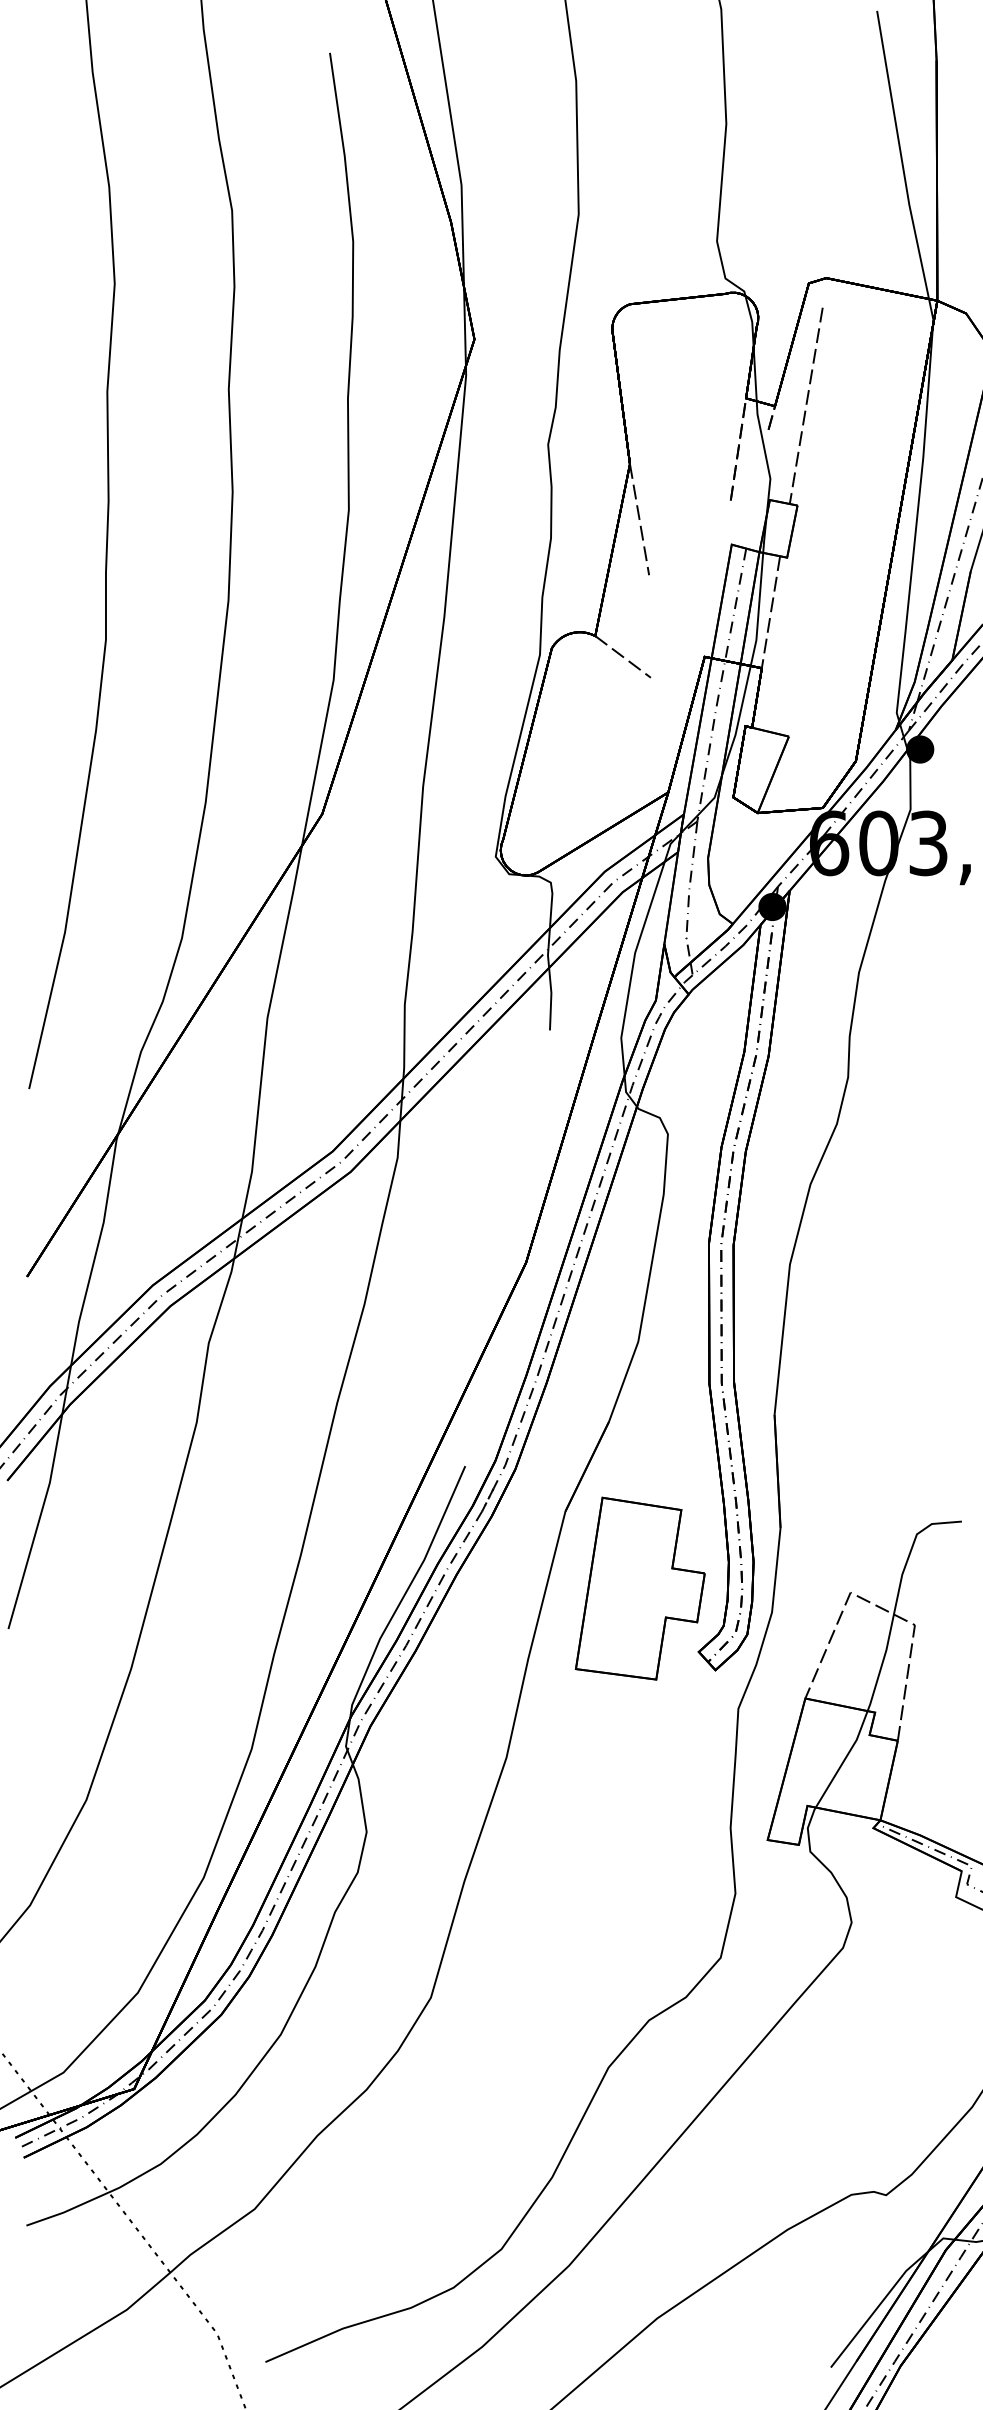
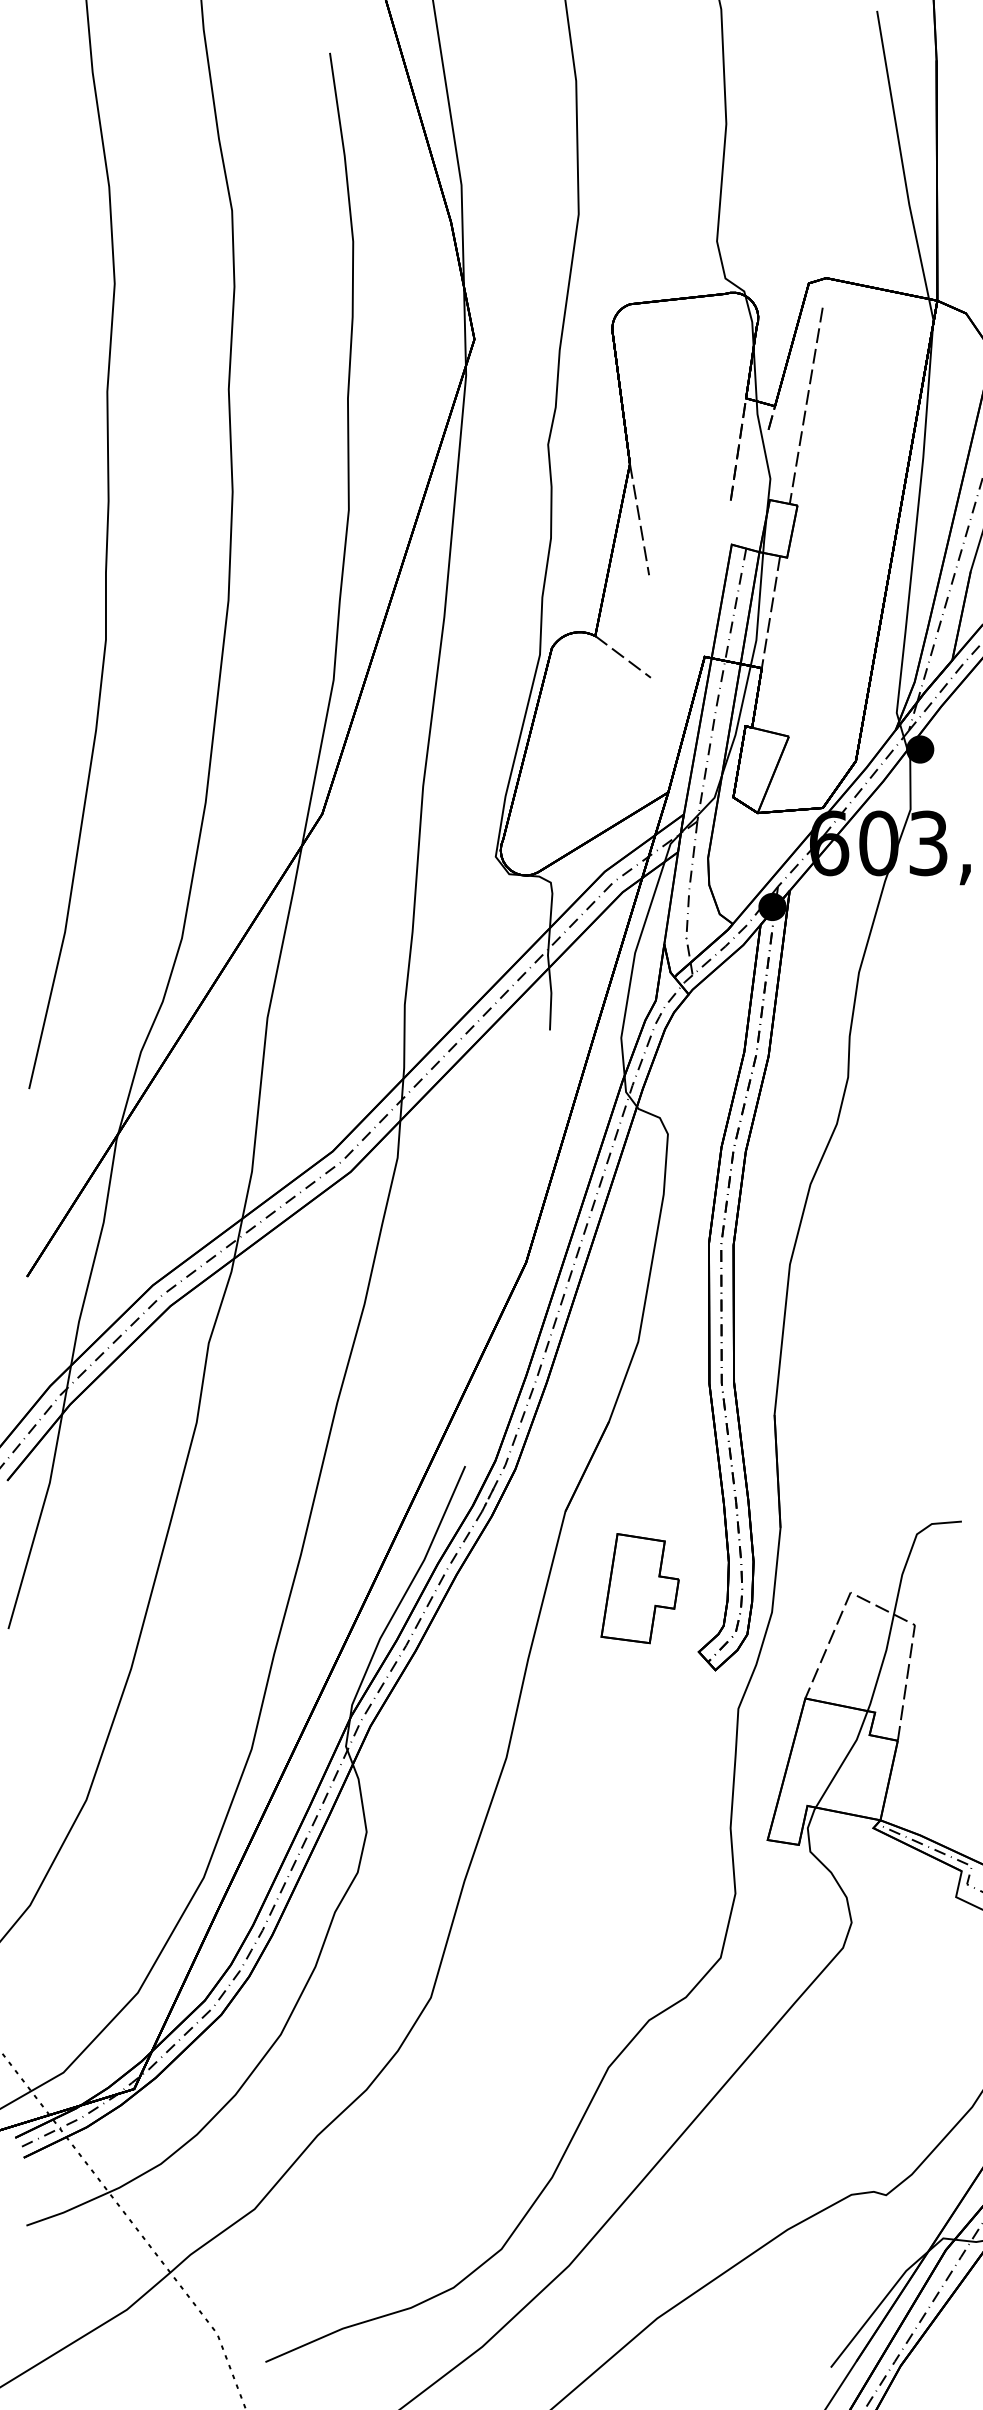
part at (639, 1588) size: 132x185 px -> 80x112 px
